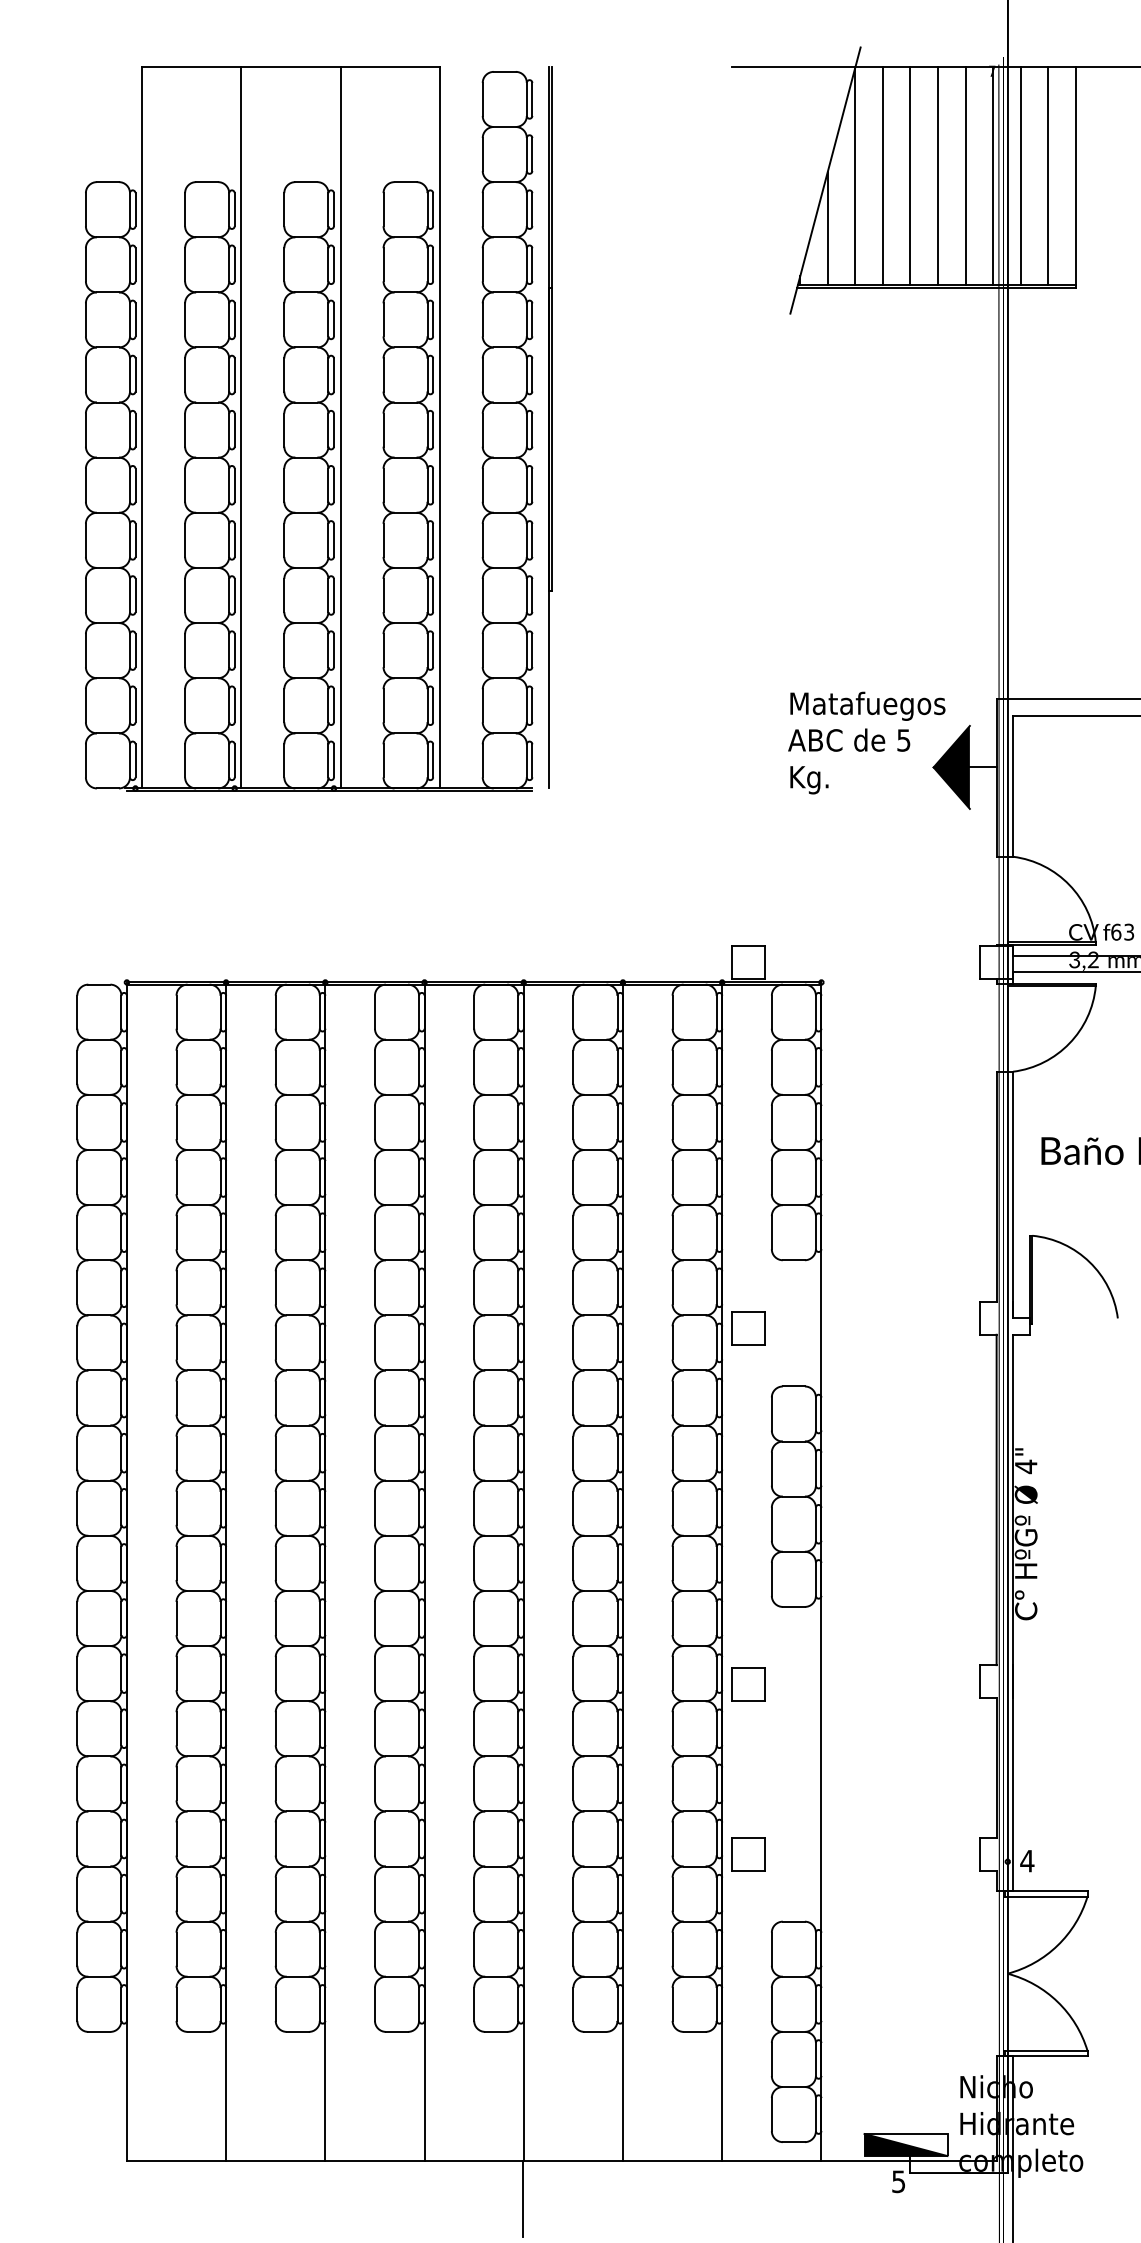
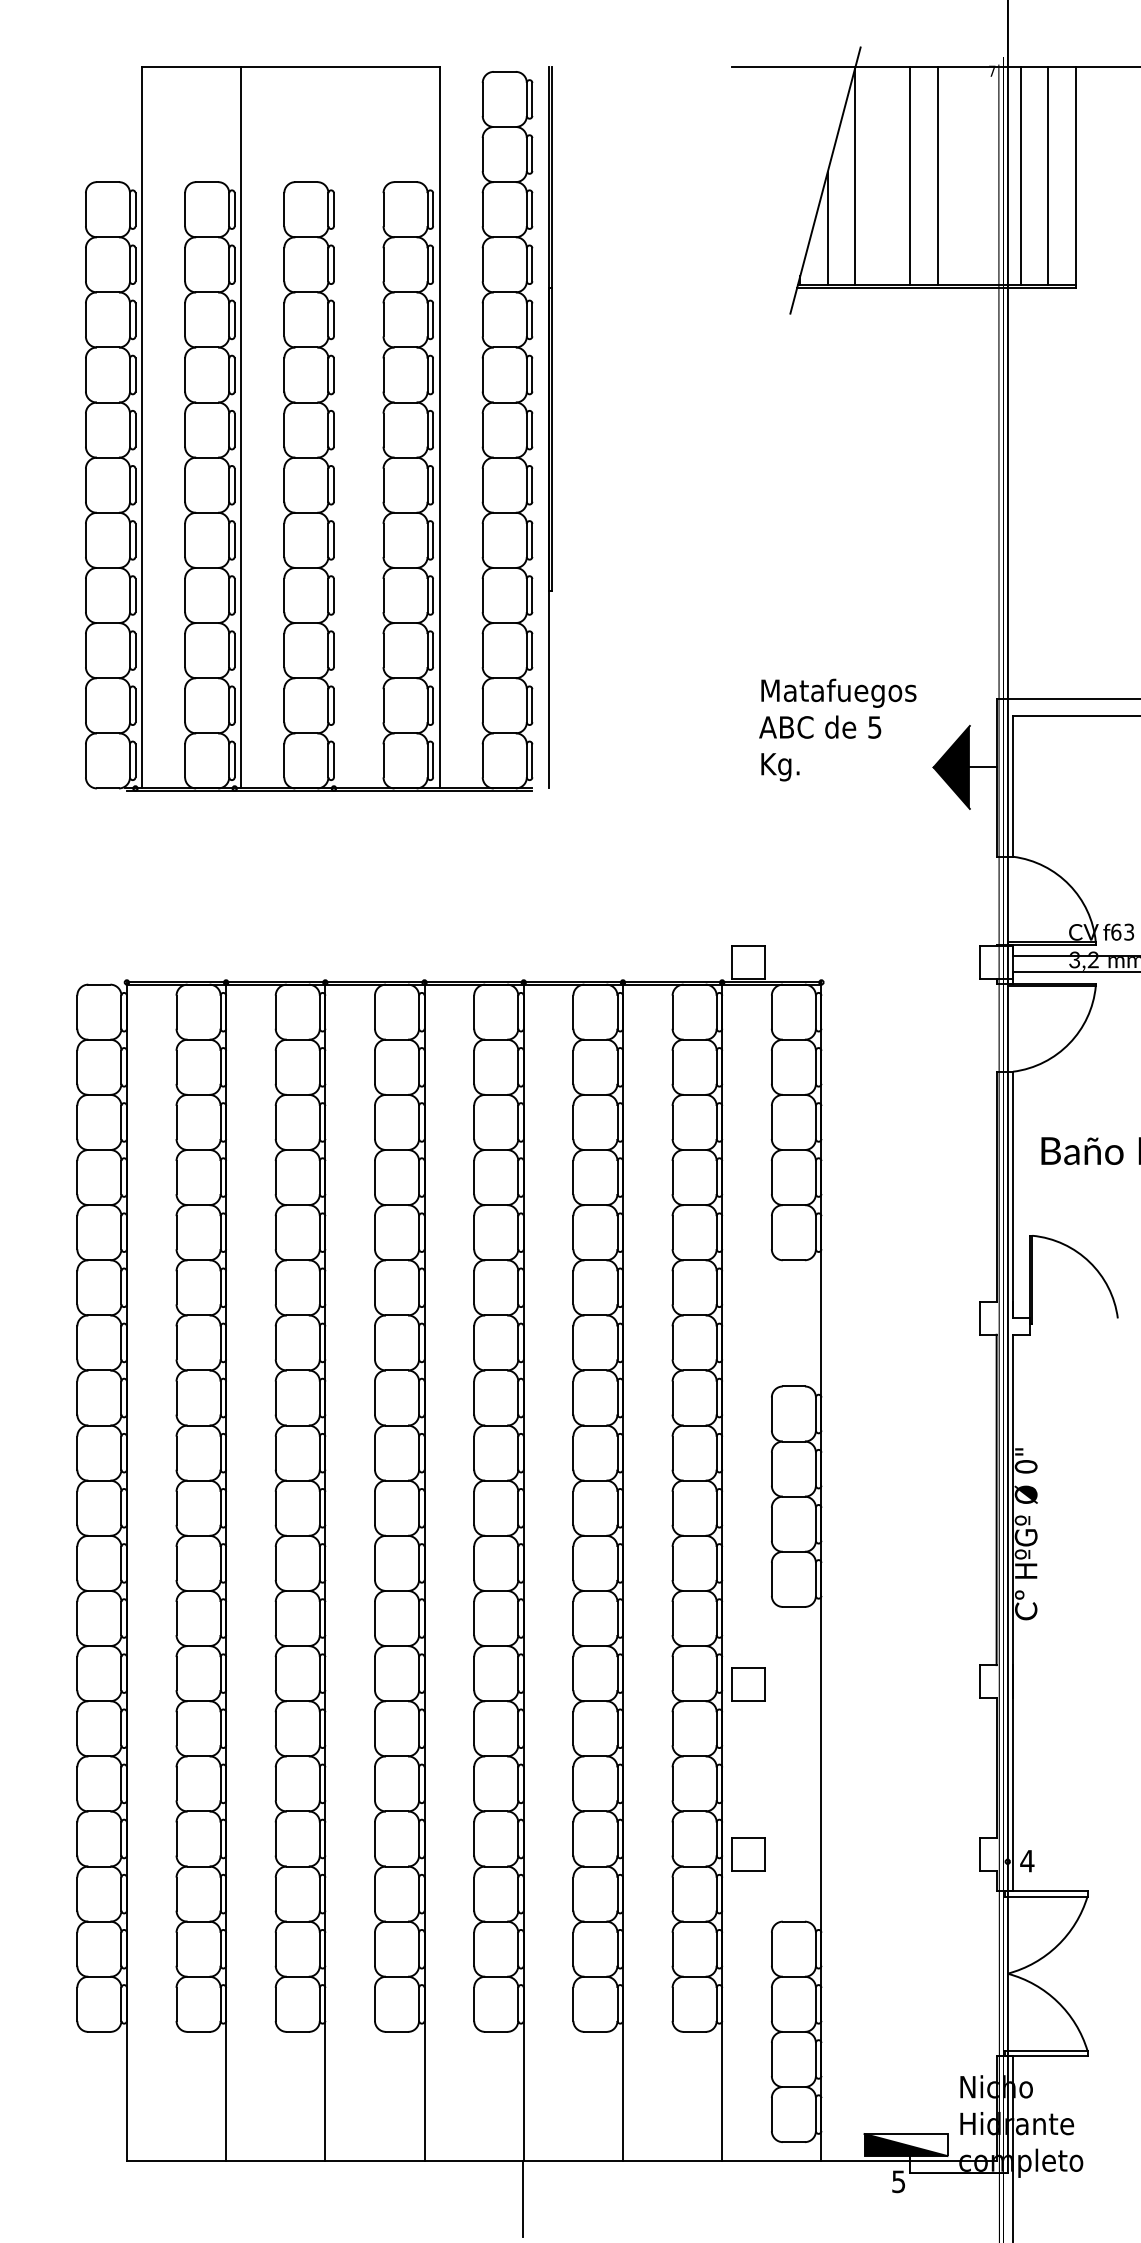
line at (882, 176): present -> none
line at (965, 176): present -> none
line at (993, 176): present -> none
line at (340, 427): present -> none
text at (866, 742) position: (866, 742) -> (837, 729)
part at (748, 1328): present -> none
text at (1025, 1466): 4" -> 0"
